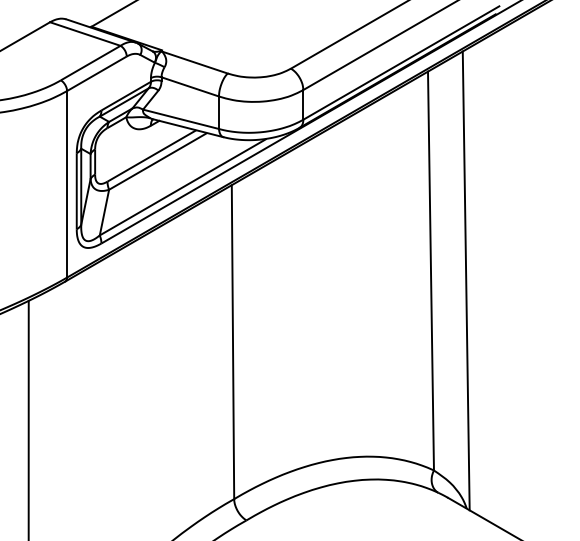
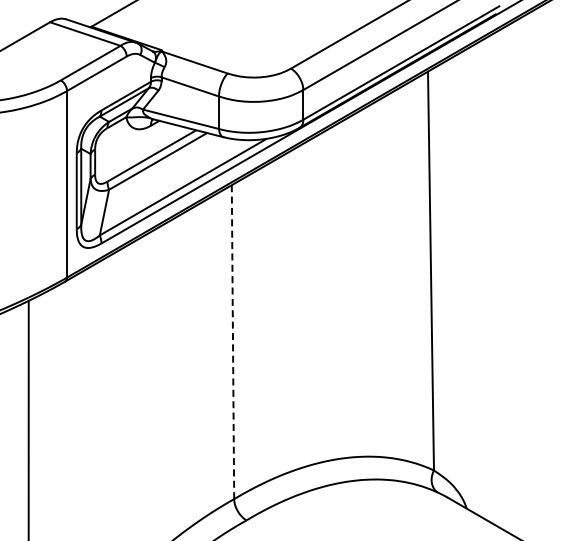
line at (465, 280): present -> none
line at (233, 342): solid -> dashed
